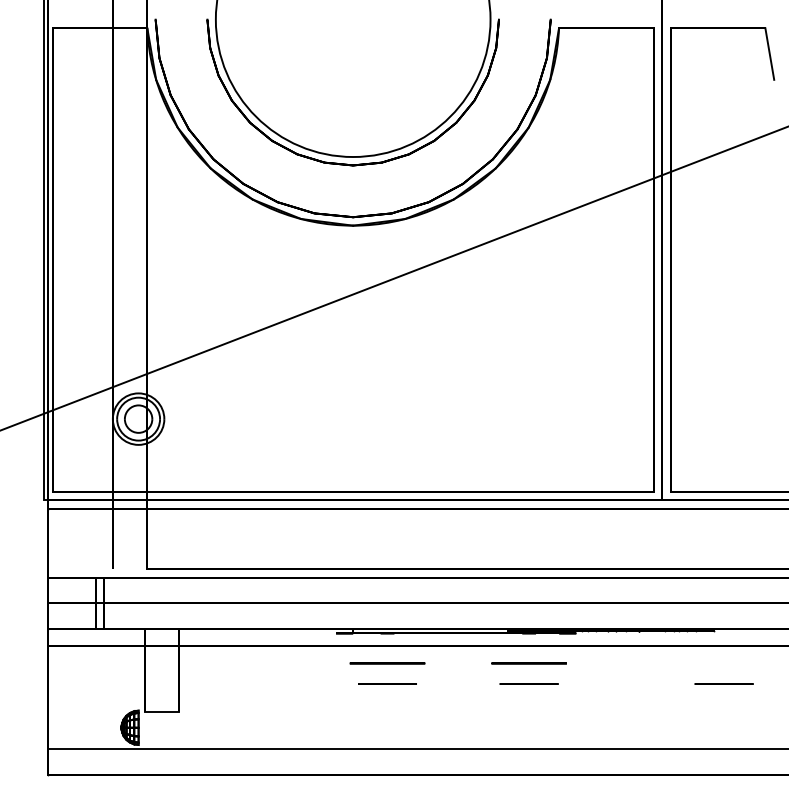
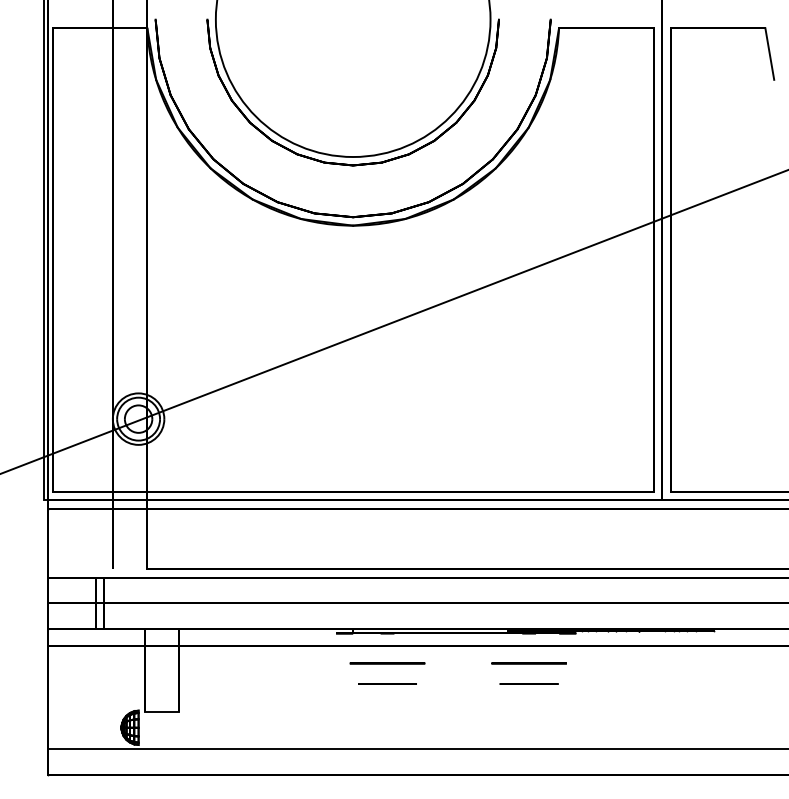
line at (393, 278) position: (393, 278) -> (393, 321)
line at (723, 683): present -> none
